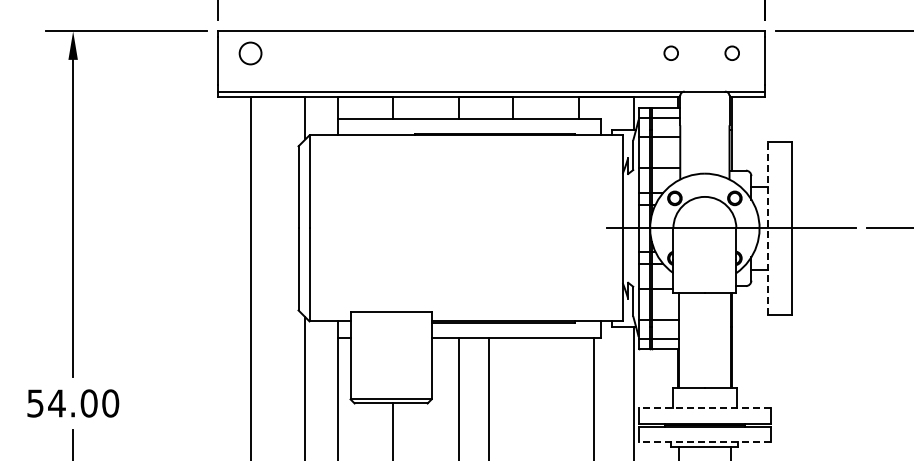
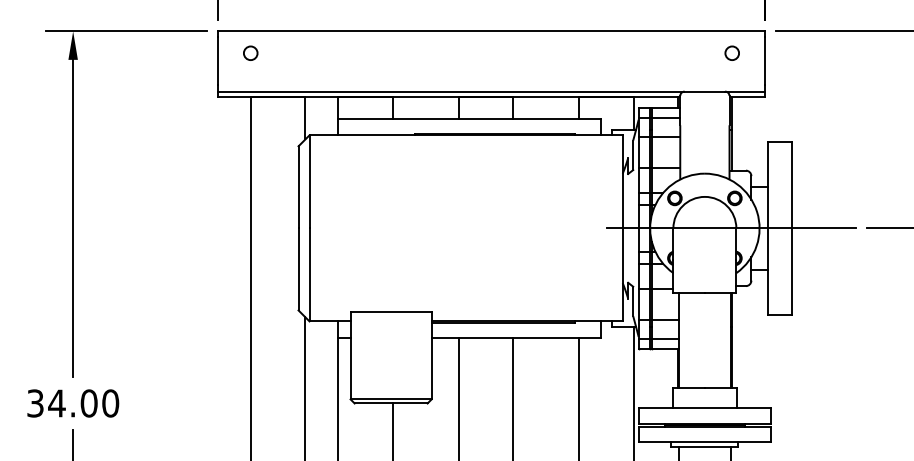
circle at (670, 52): present -> none
circle at (250, 53) size: 25x25 px -> 16x16 px
line at (767, 227): dashed -> solid
line at (489, 397) position: (489, 397) -> (513, 397)
line at (594, 397) position: (594, 397) -> (579, 397)
text at (35, 402): 54.00 -> 34.00
line at (704, 407): dashed -> solid
line at (704, 441): dashed -> solid
